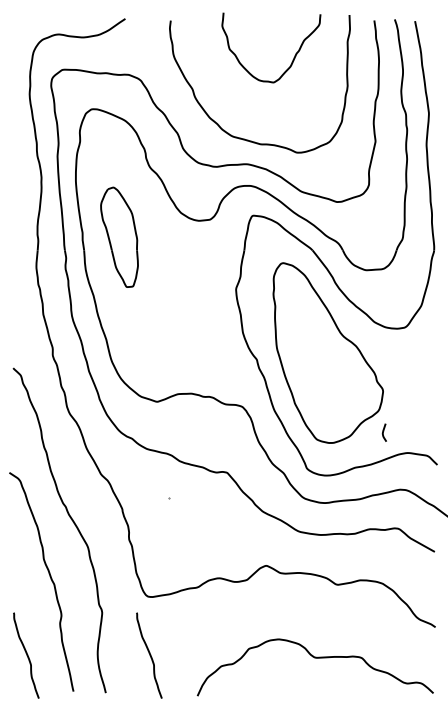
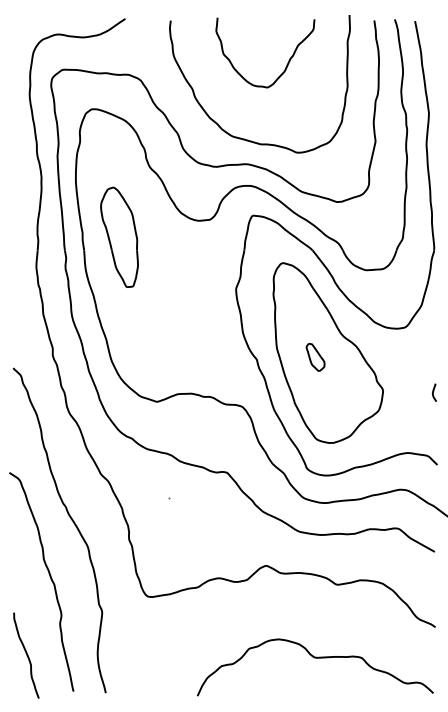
curve at (293, 57) position: (293, 57) -> (287, 62)
part at (315, 357): none -> present
curve at (383, 432) position: (383, 432) -> (433, 392)
curve at (149, 655): present -> none
